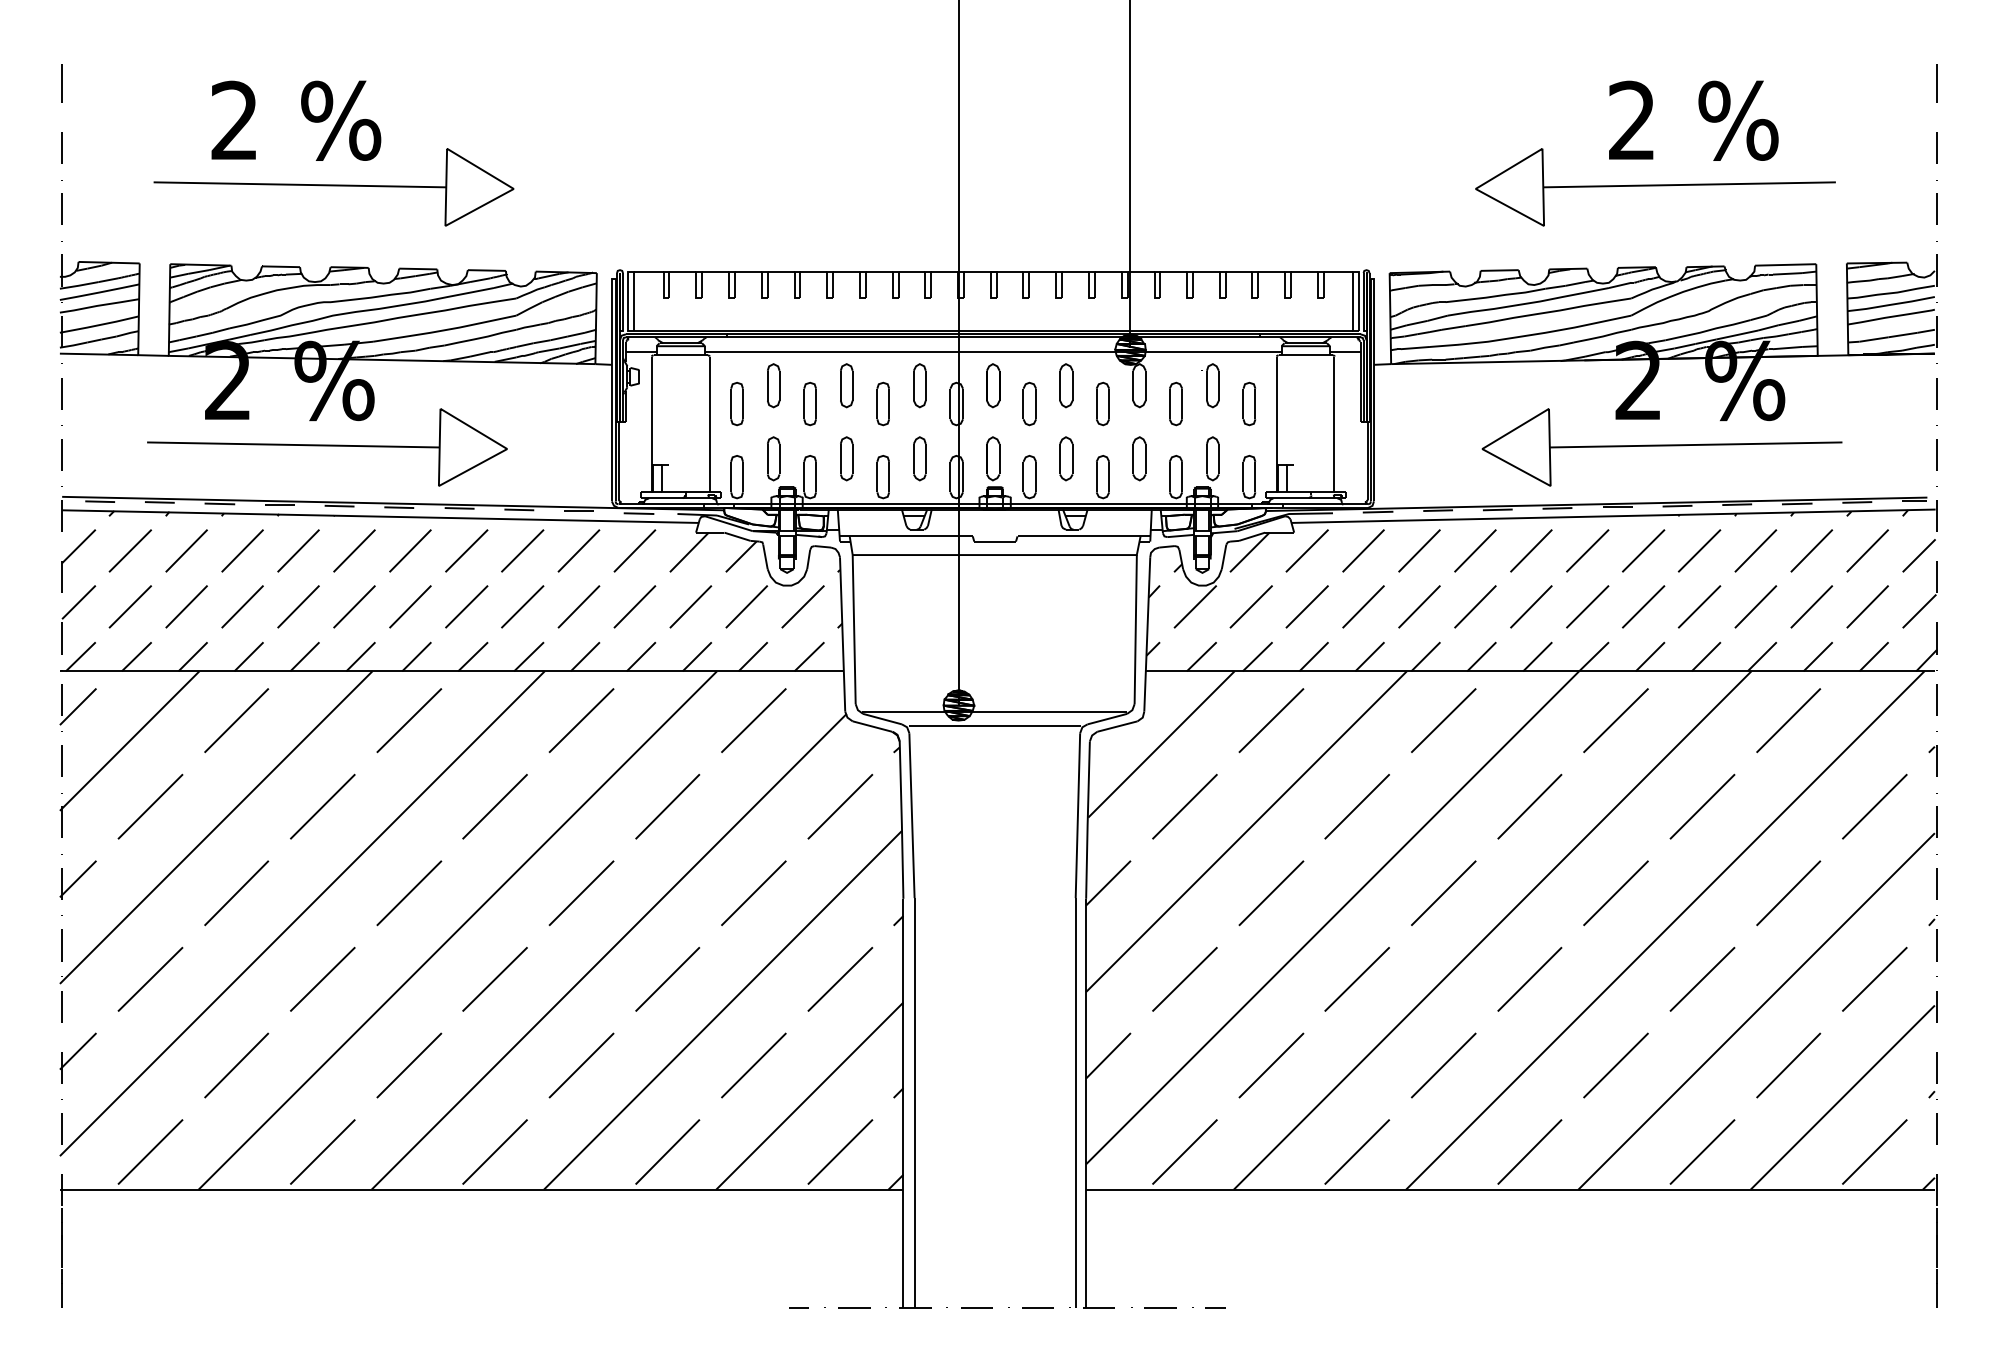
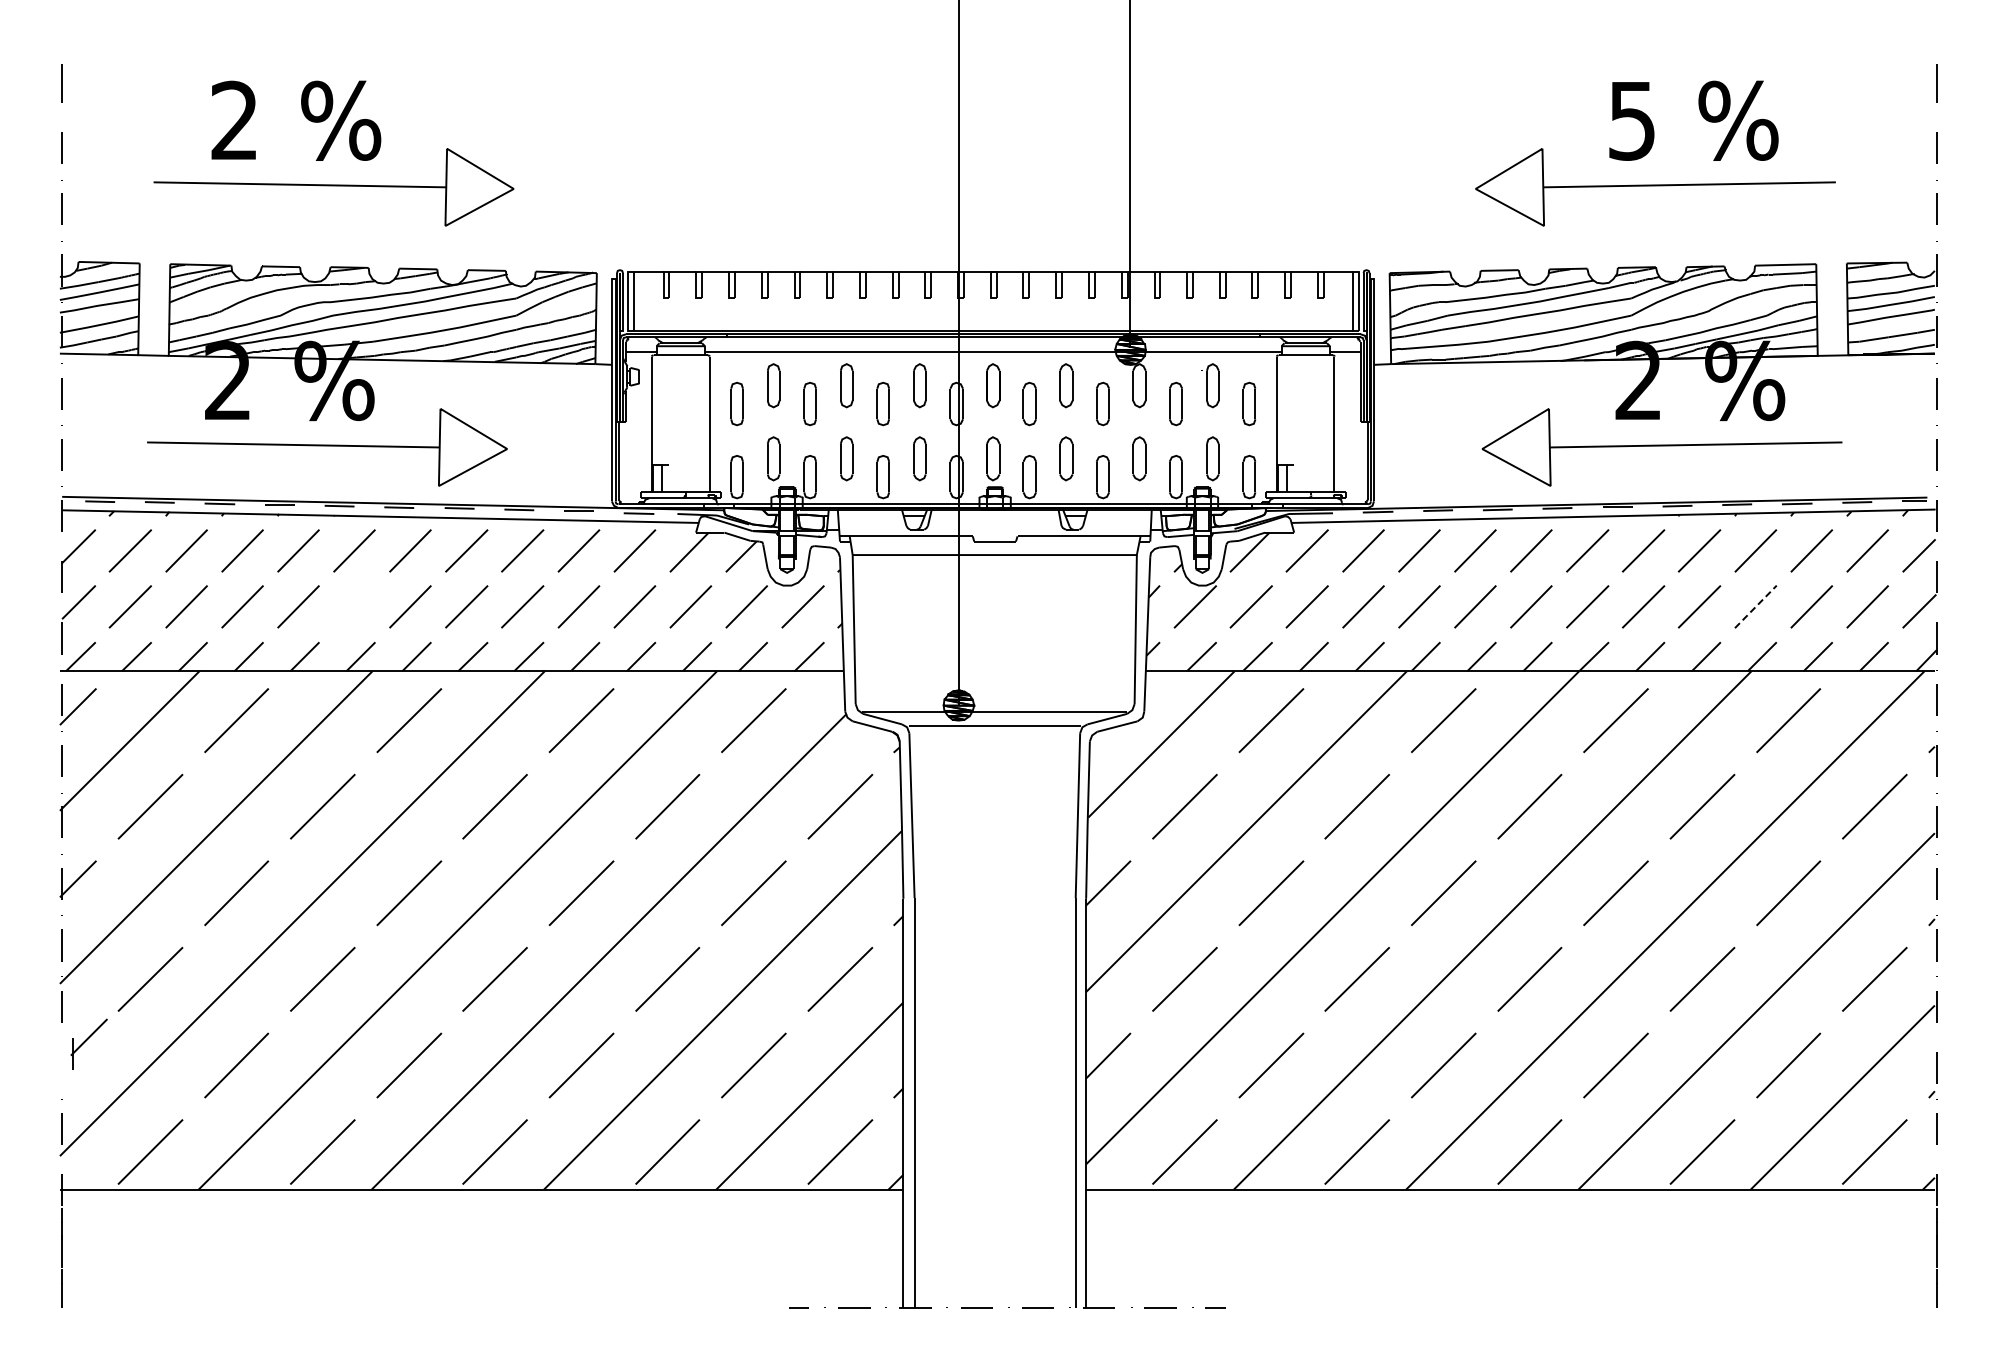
text at (1631, 120): 2 -> 5
line at (354, 606): present -> none
line at (1755, 606): solid -> dashed
part at (77, 1057) position: (77, 1057) -> (88, 1043)
